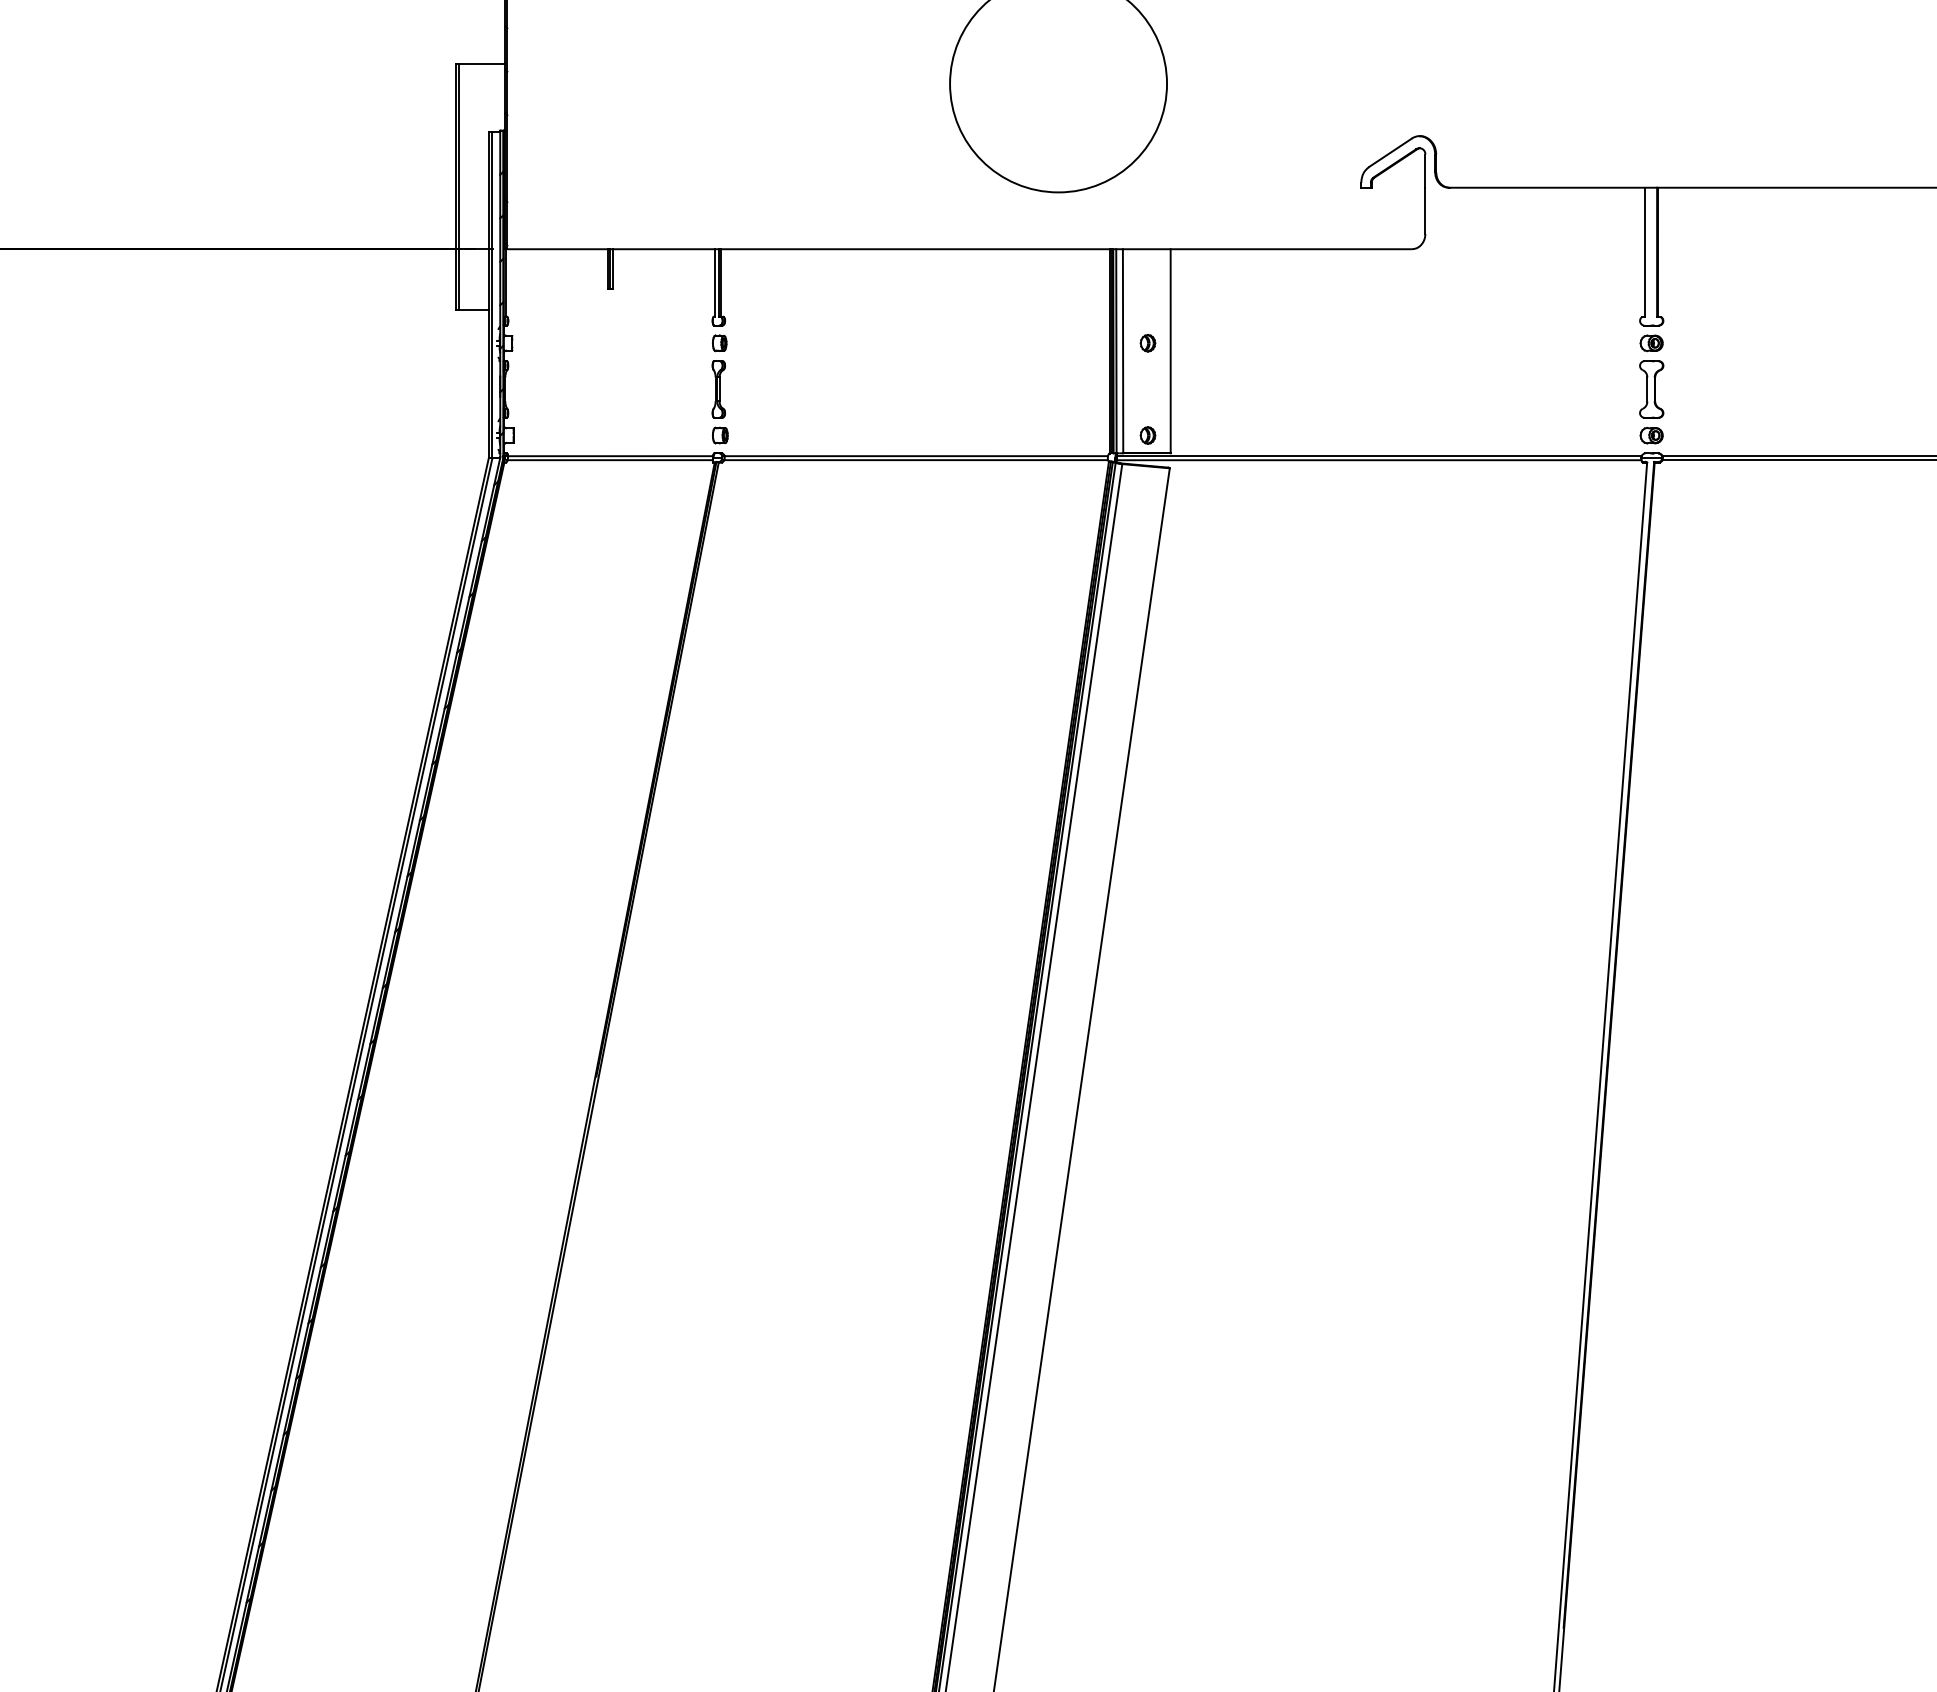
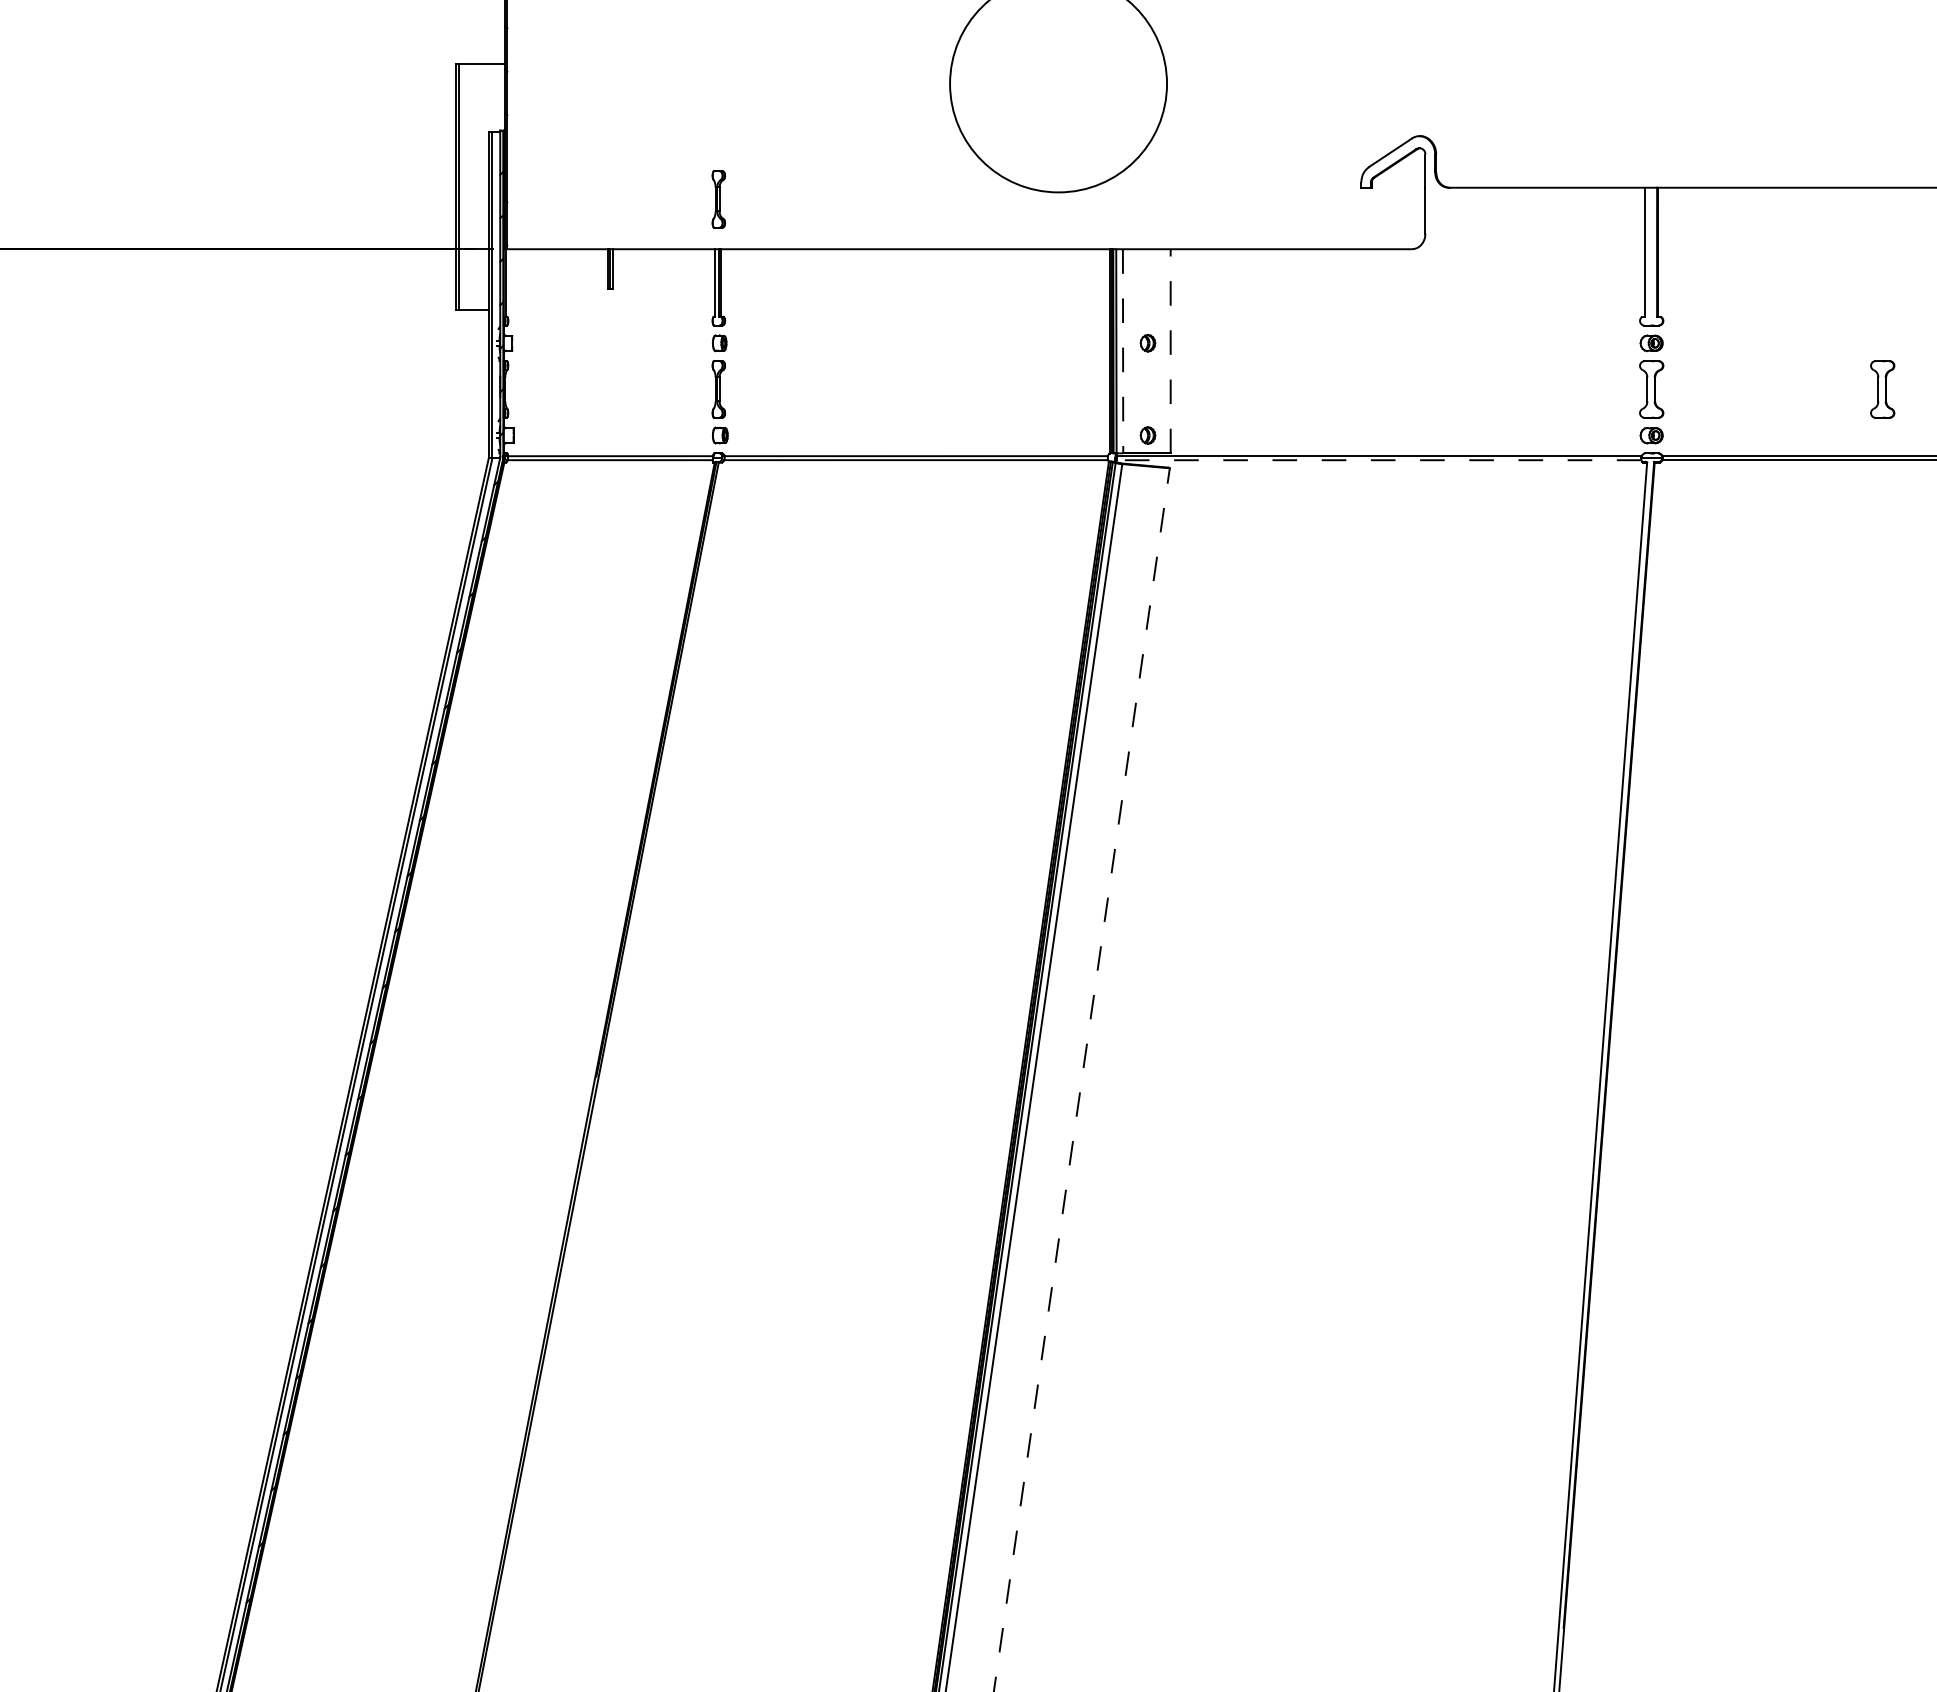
part at (718, 199): none -> present
line at (1170, 350): solid -> dashed
line at (1123, 351): solid -> dashed
part at (1882, 389): none -> present
line at (1378, 460): solid -> dashed
line at (1081, 1079): solid -> dashed
